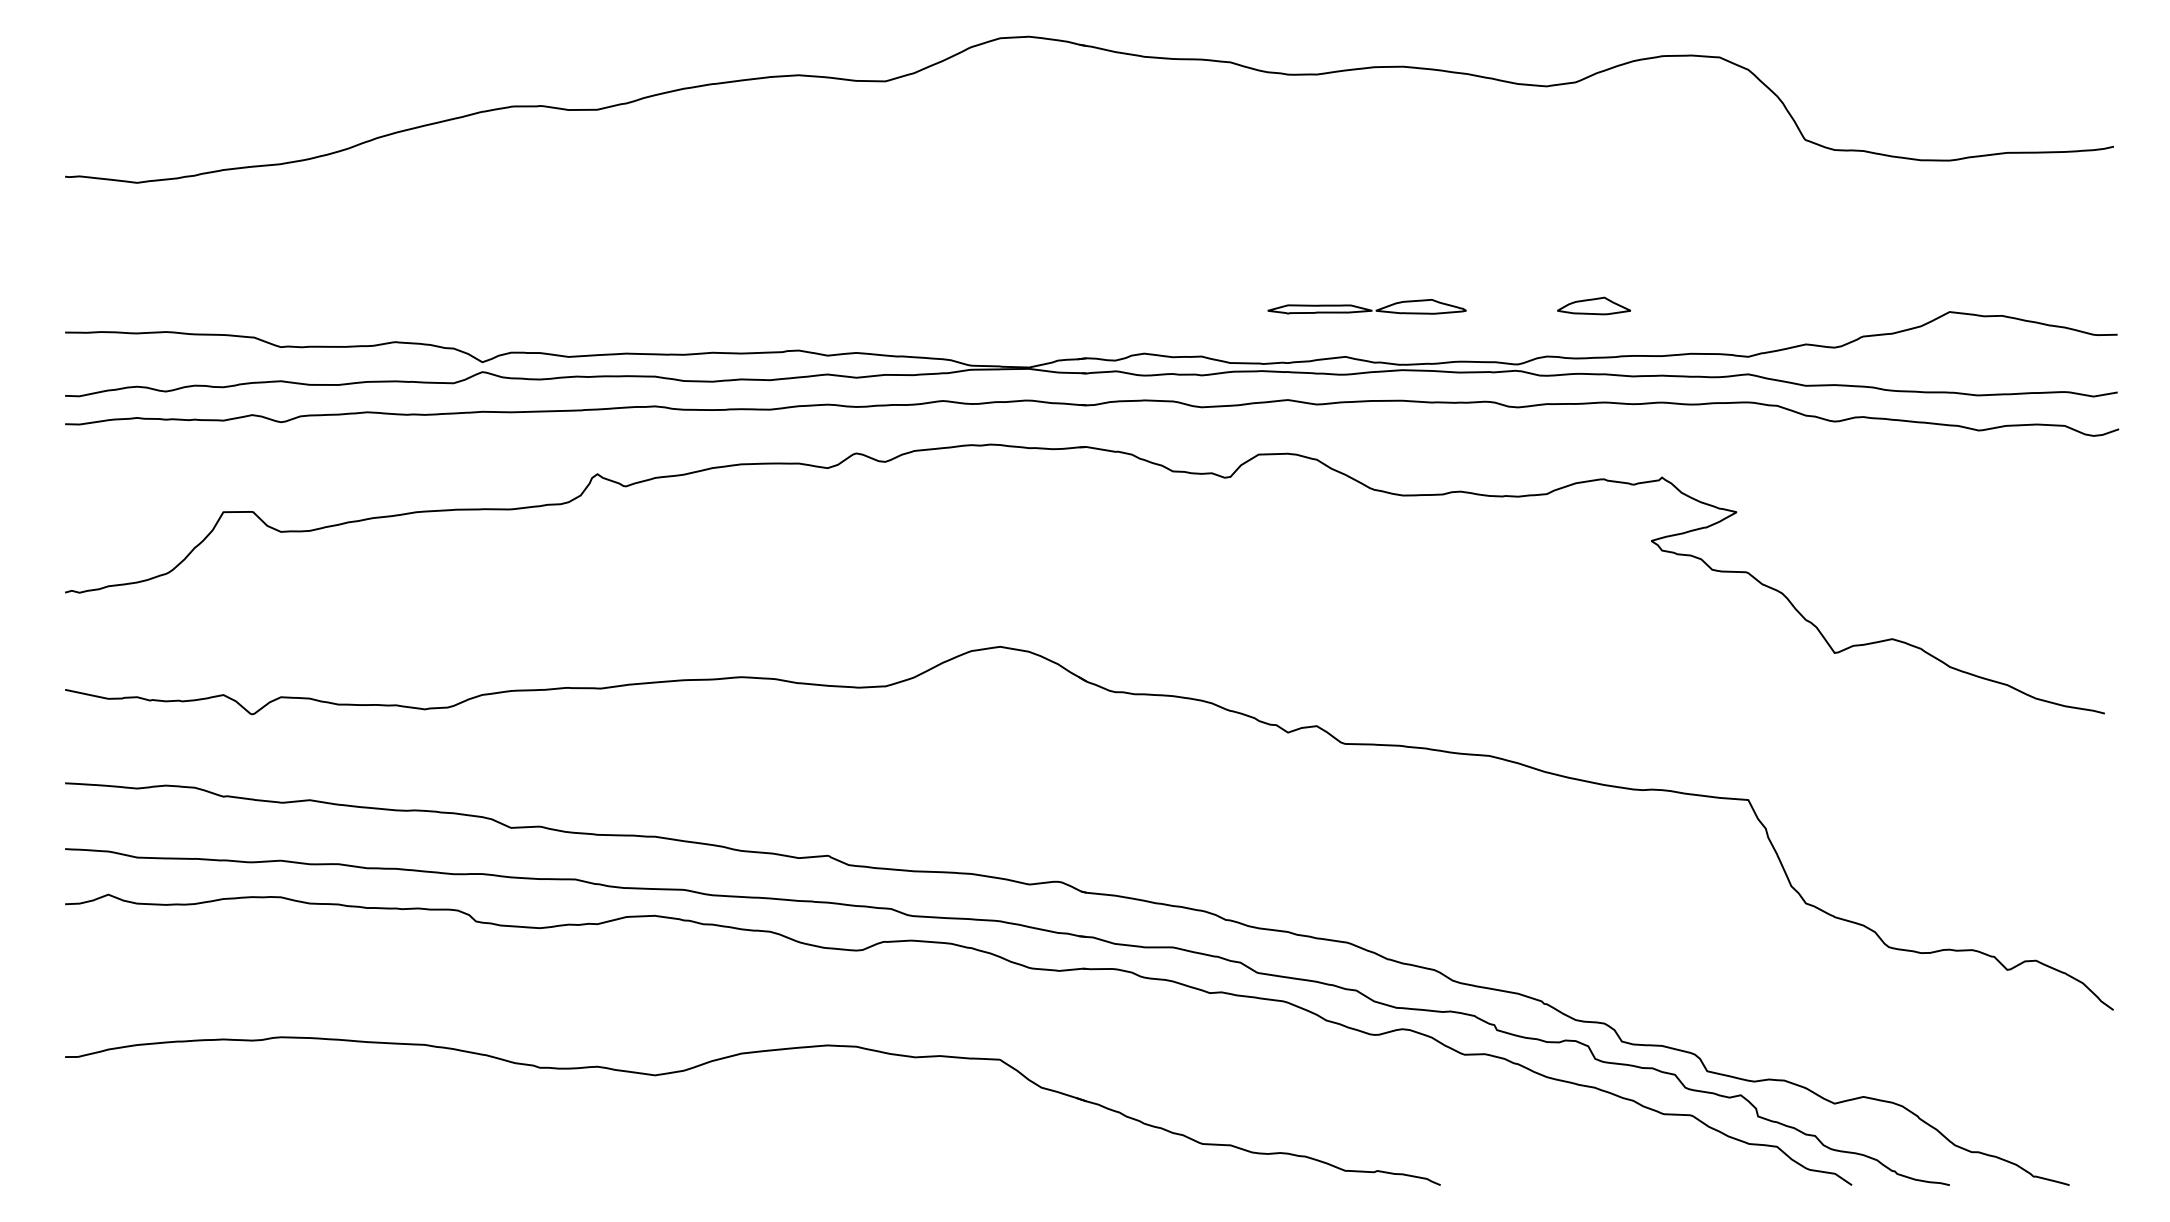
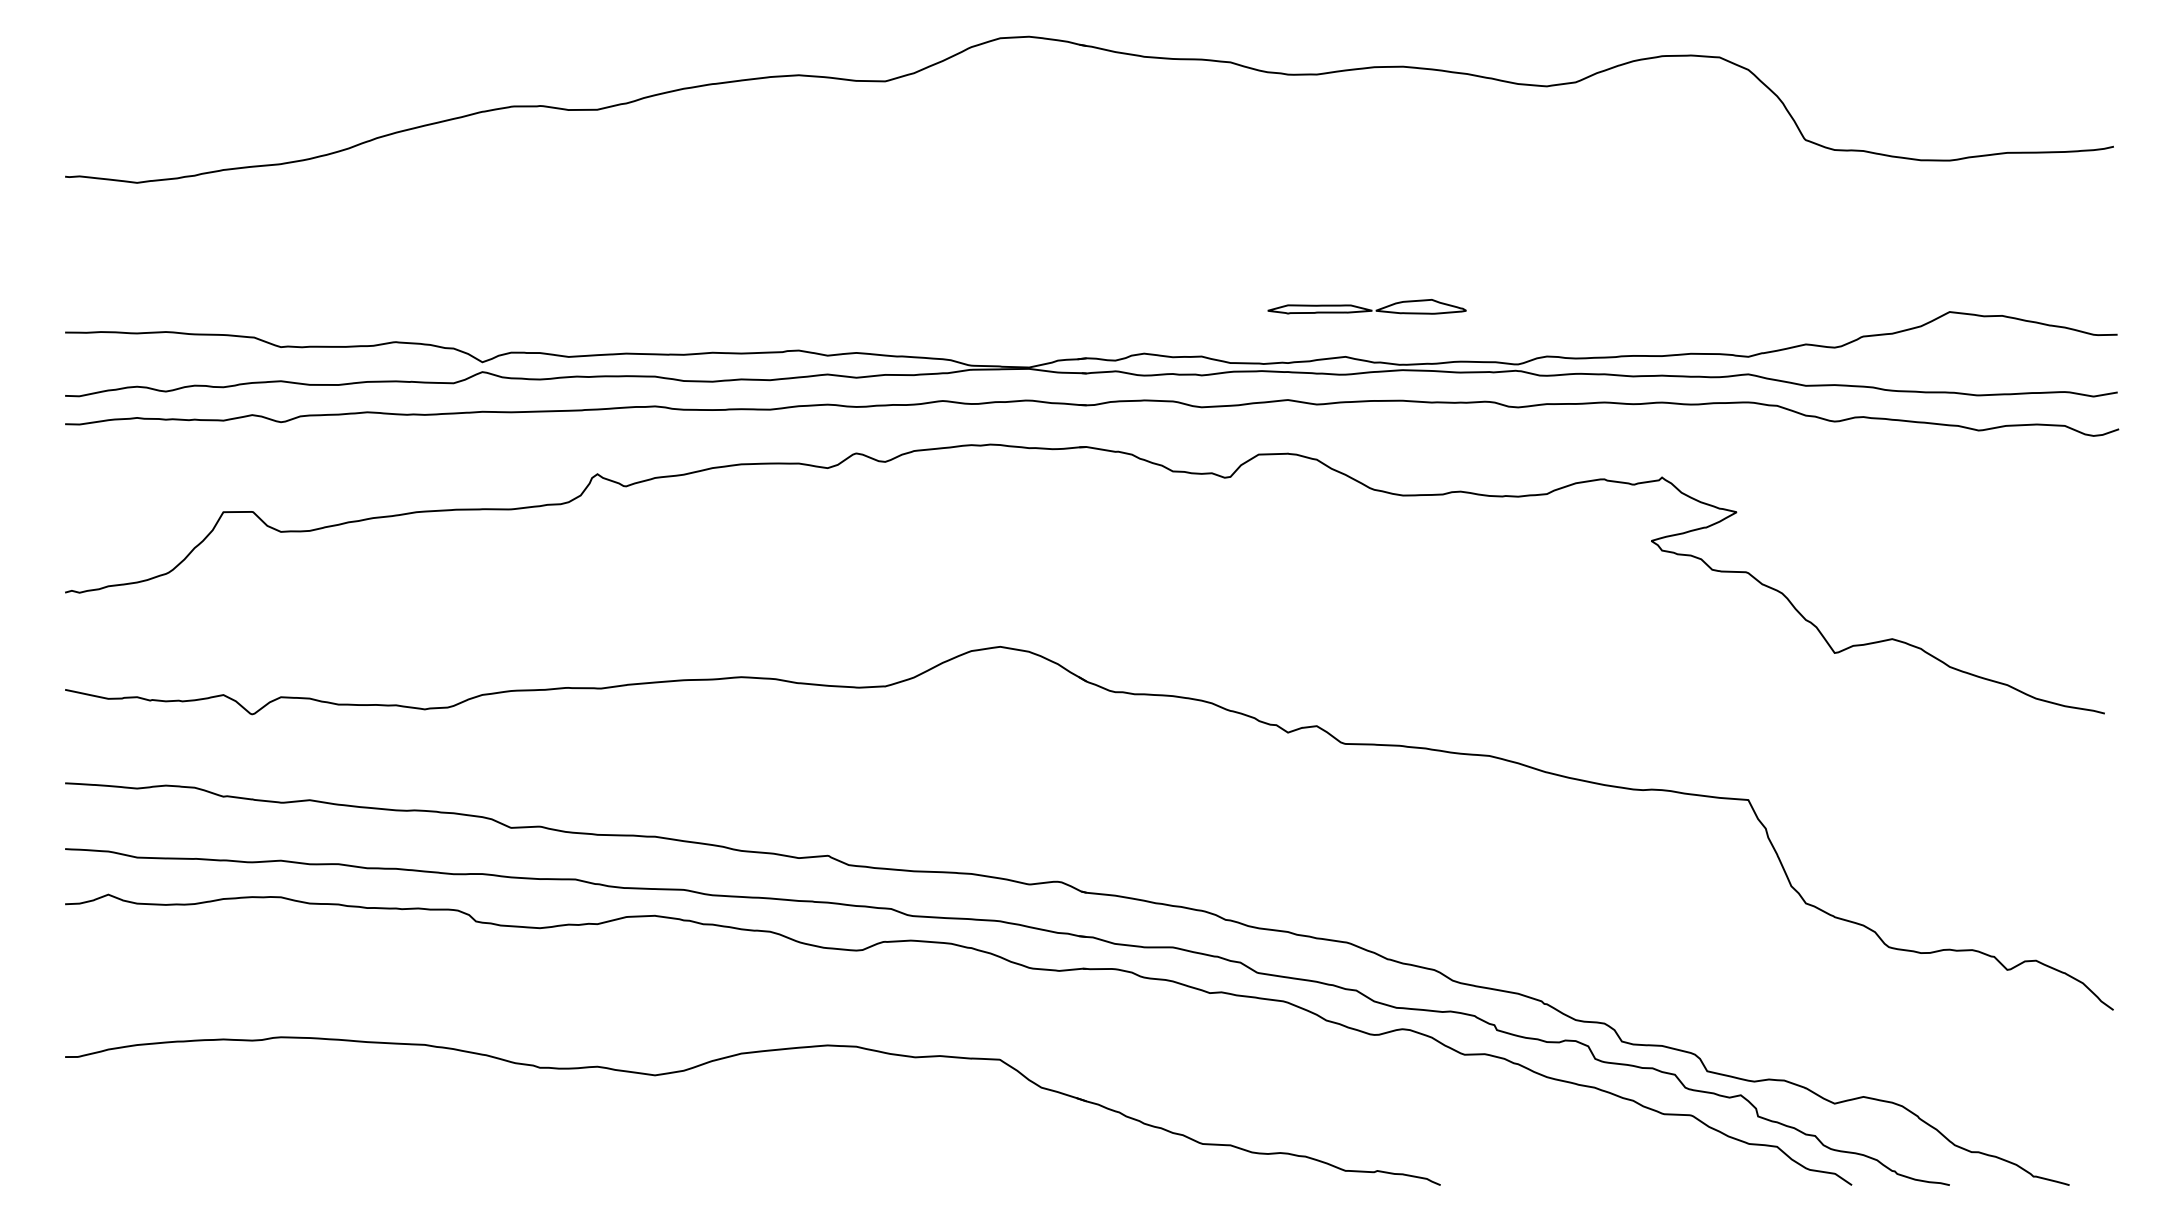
part at (1594, 305): present -> none
